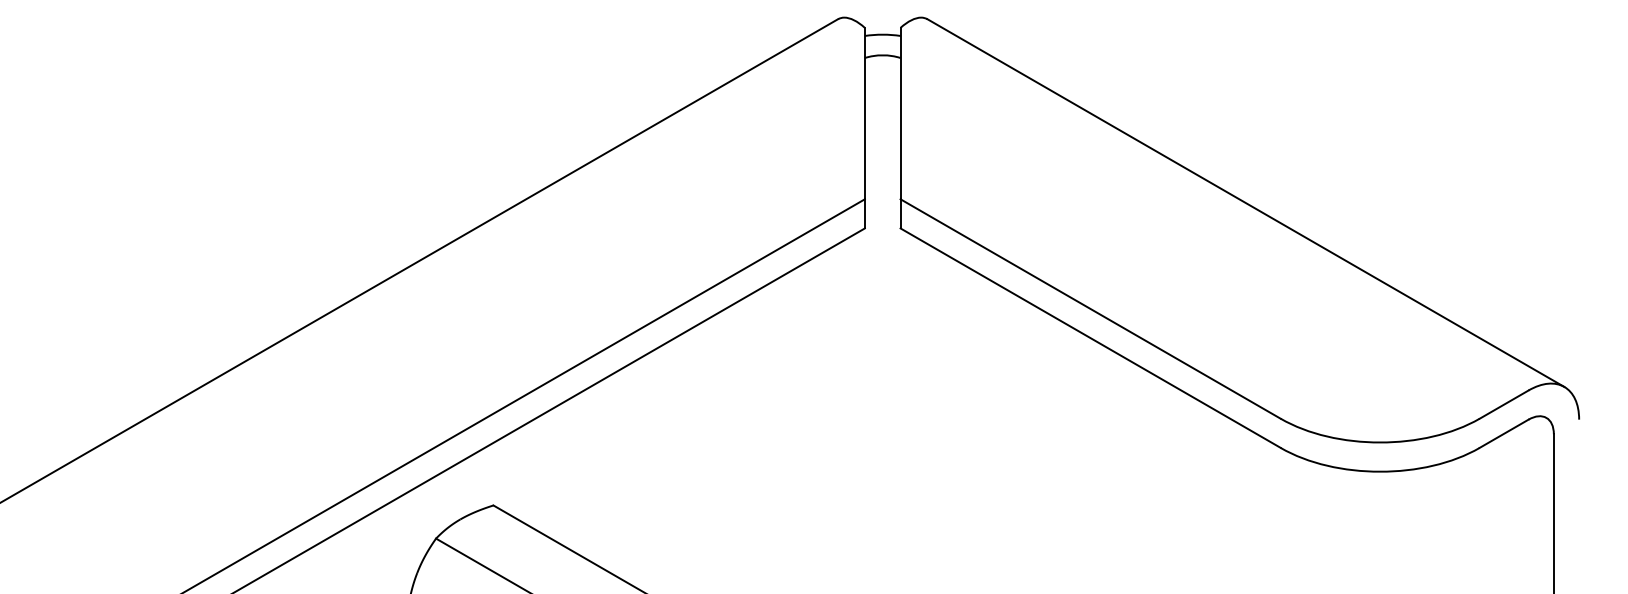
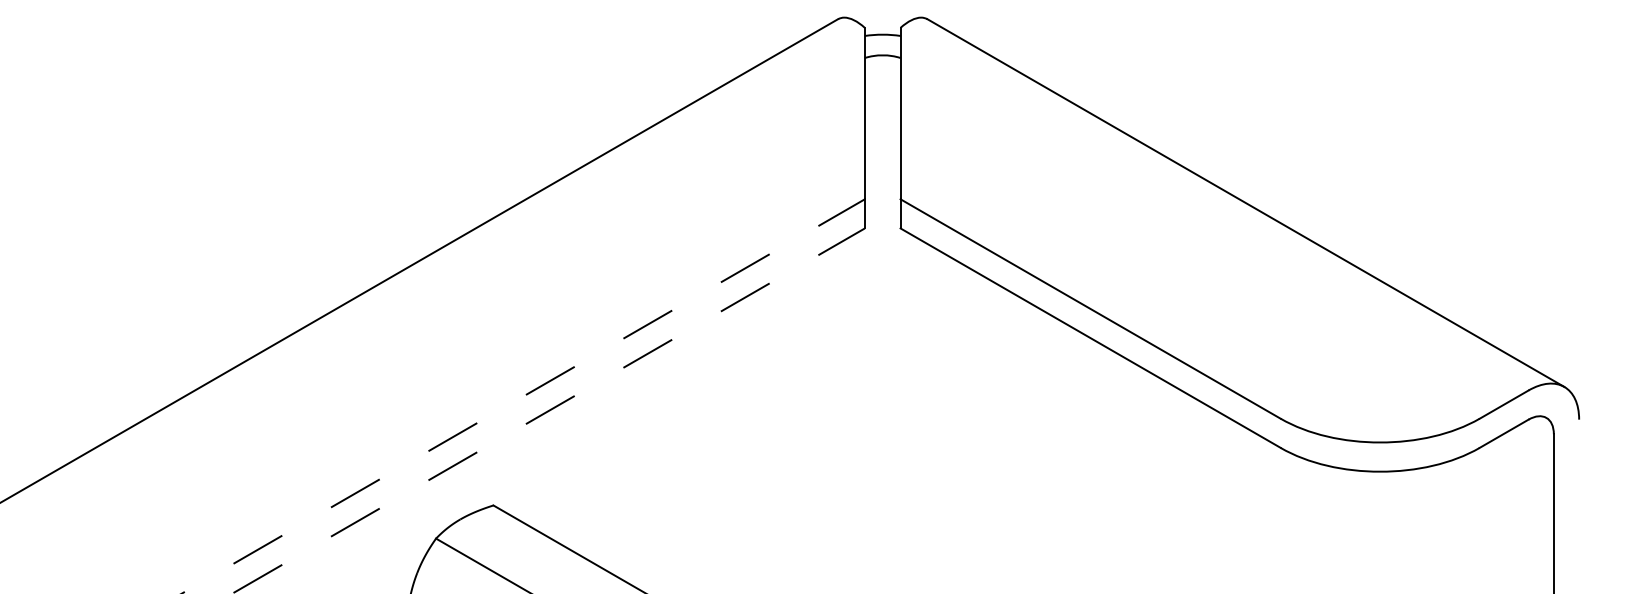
line at (523, 396): solid -> dashed
line at (548, 410): solid -> dashed
